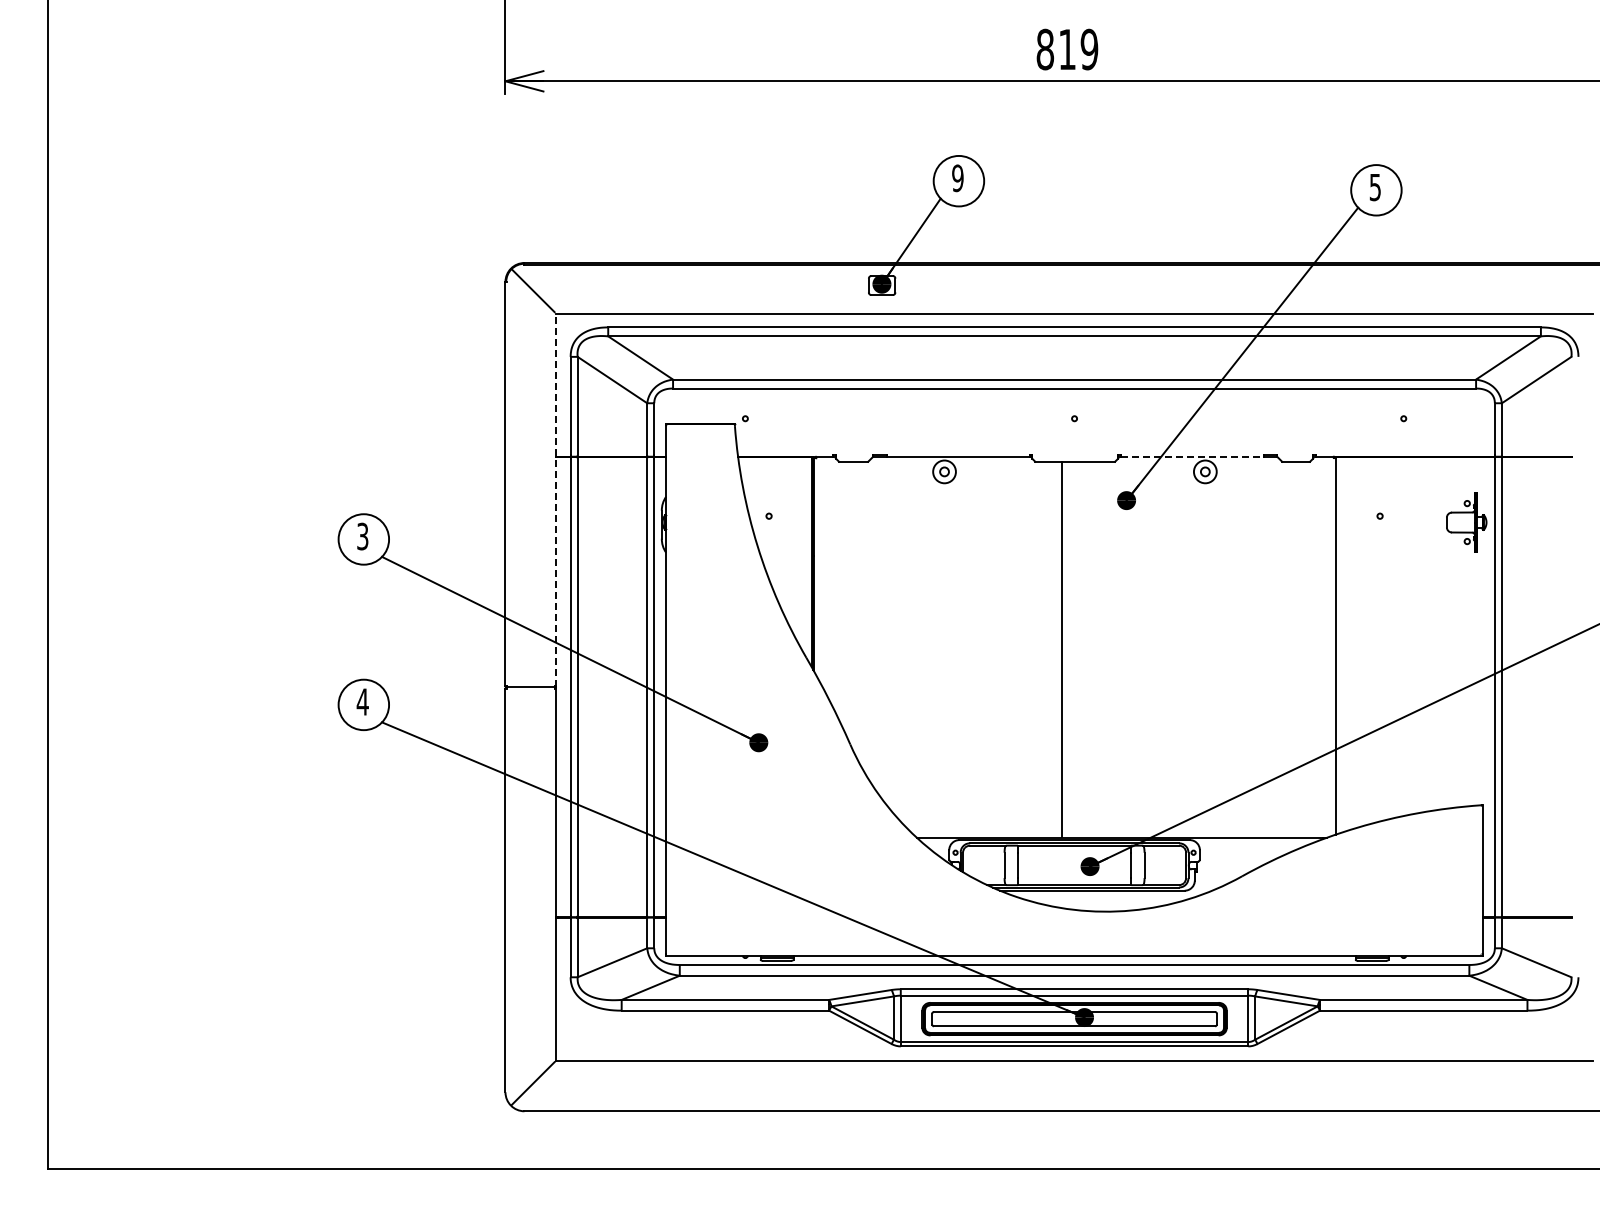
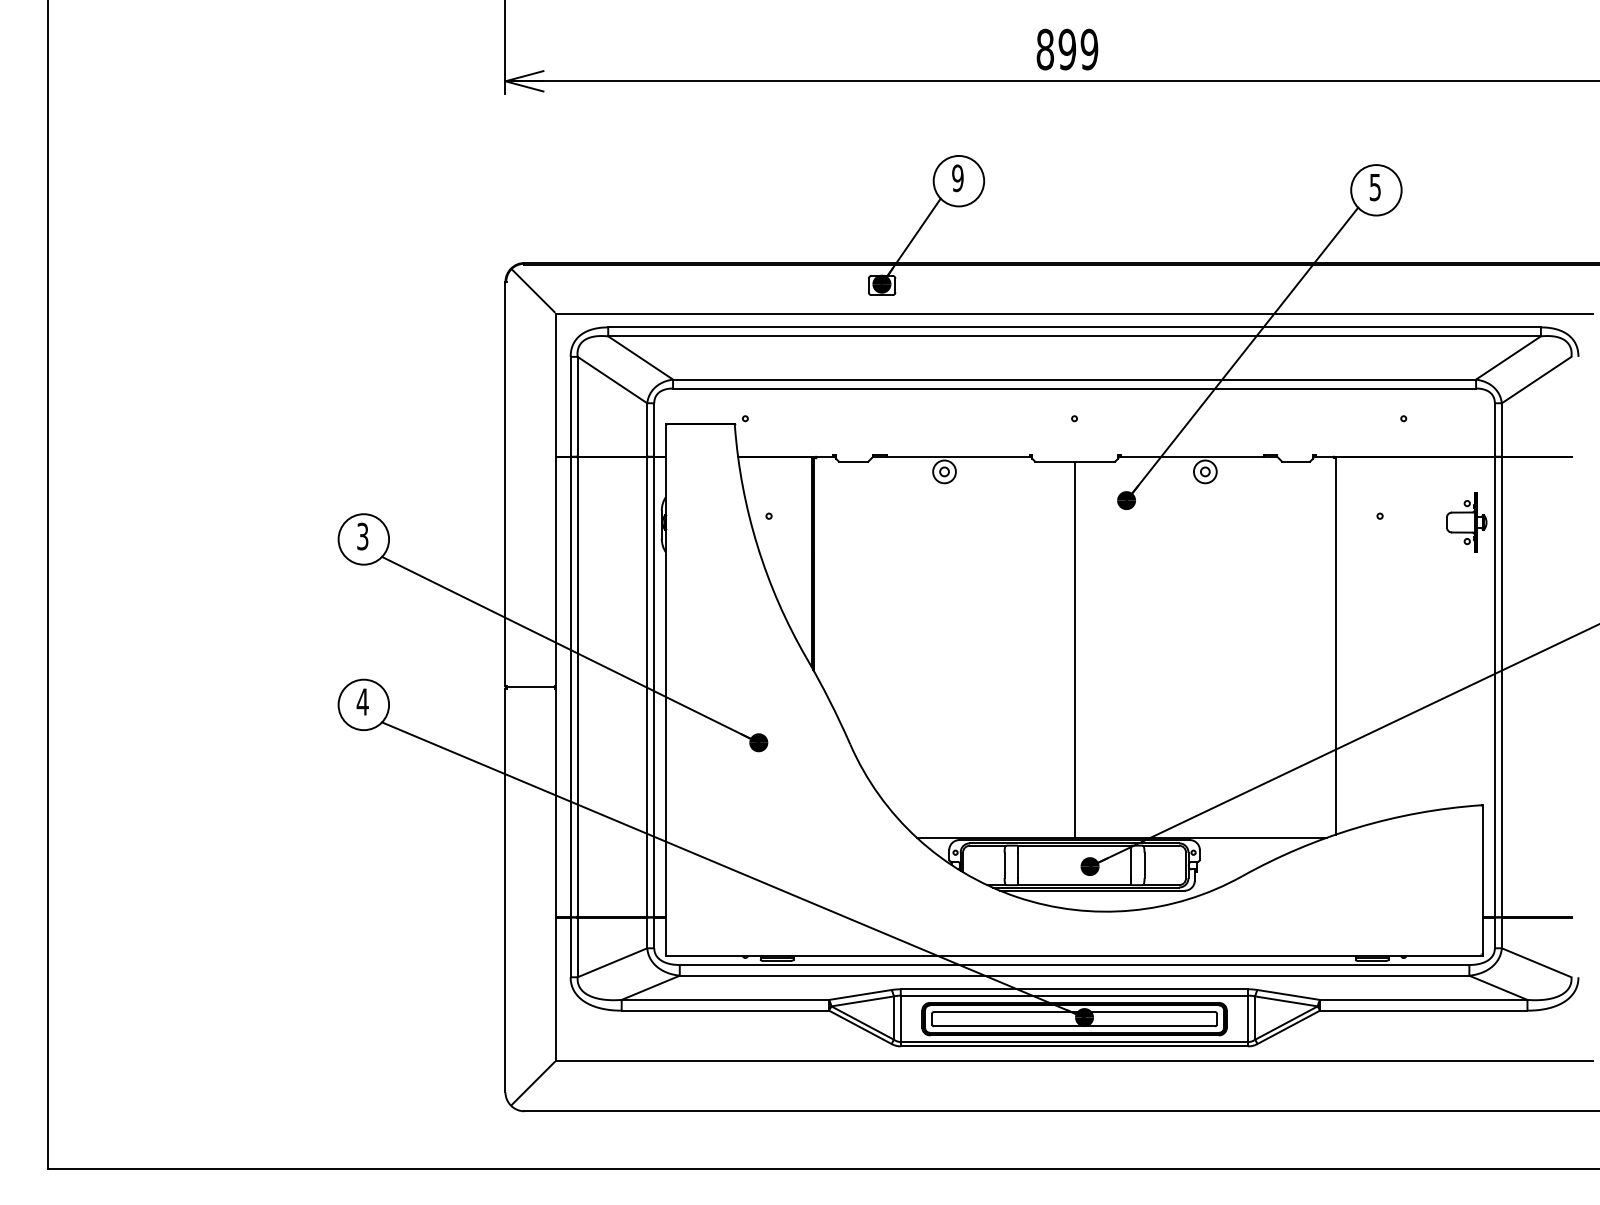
text at (1067, 49): 819 -> 899
line at (1192, 456): dashed -> solid
line at (556, 500): dashed -> solid
line at (1061, 649) position: (1061, 649) -> (1074, 649)
